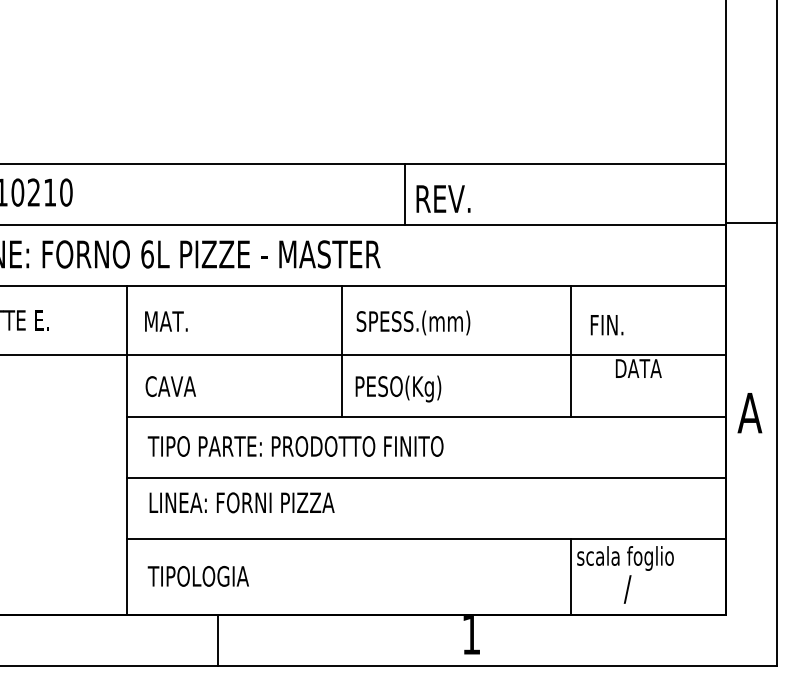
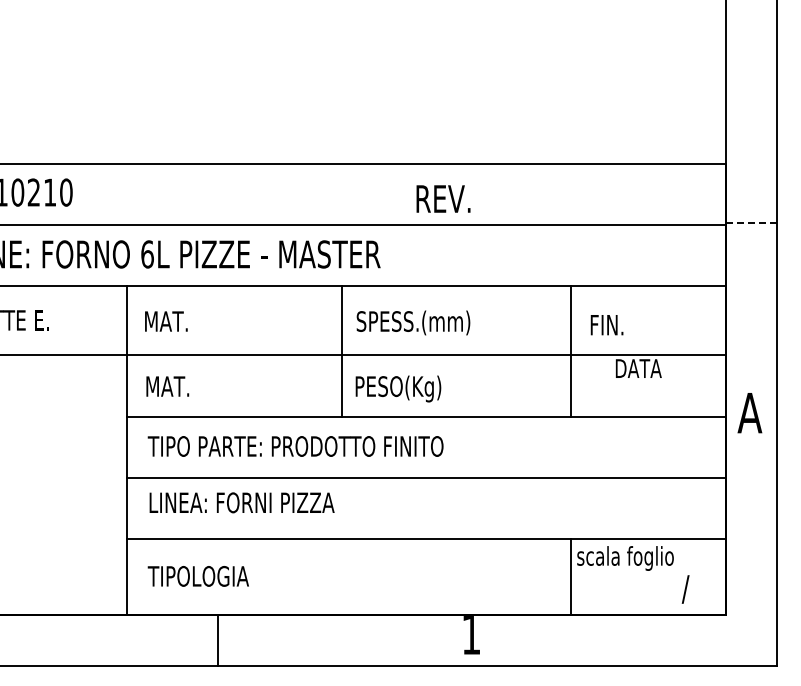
line at (404, 193): present -> none
line at (752, 223): solid -> dashed
text at (170, 386): CAVA -> MAT.
text at (627, 589) position: (627, 589) -> (685, 589)
